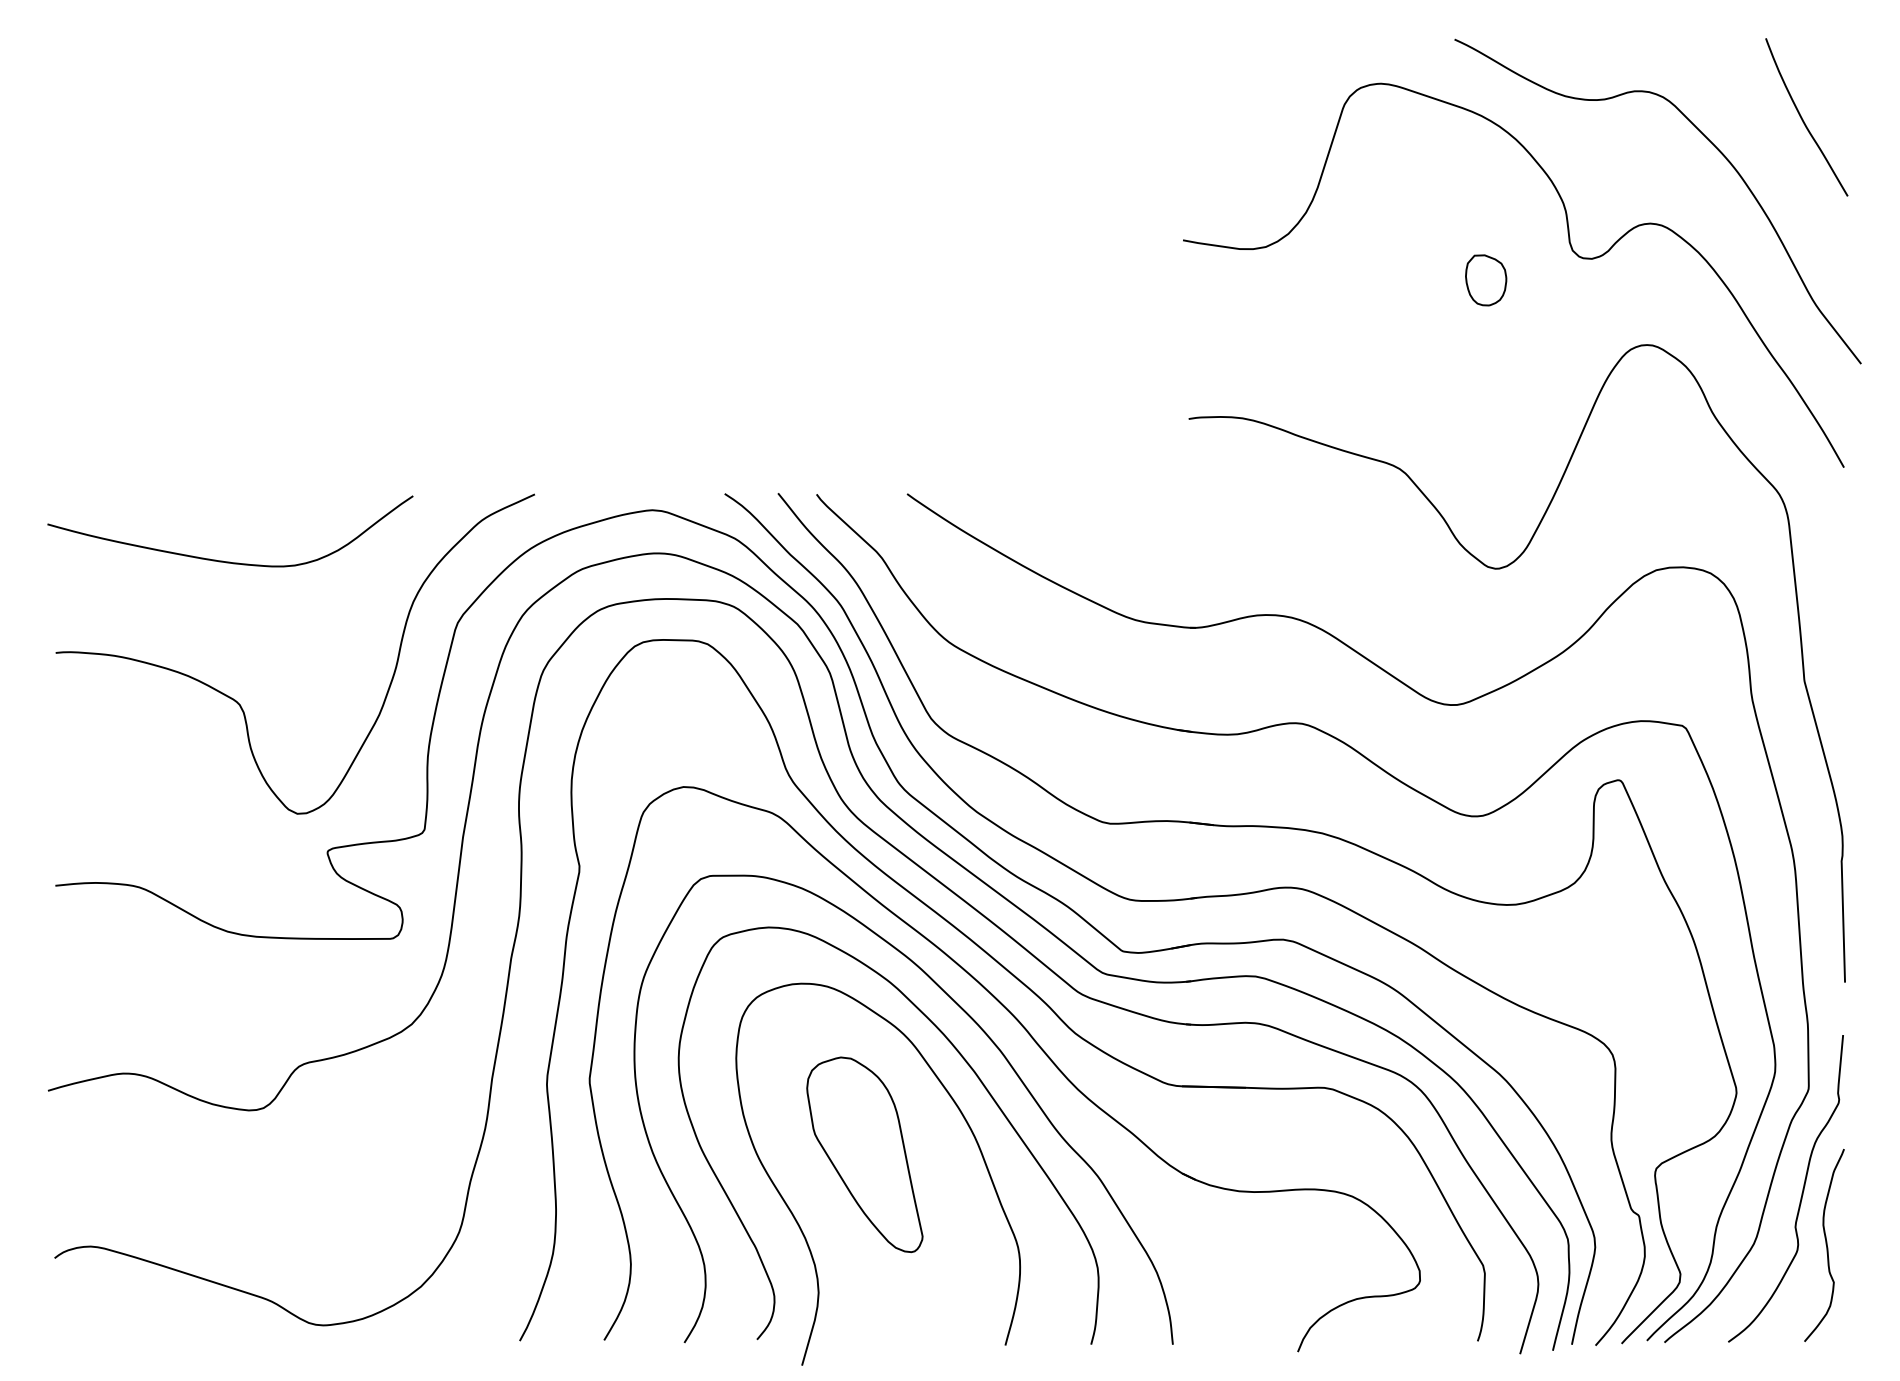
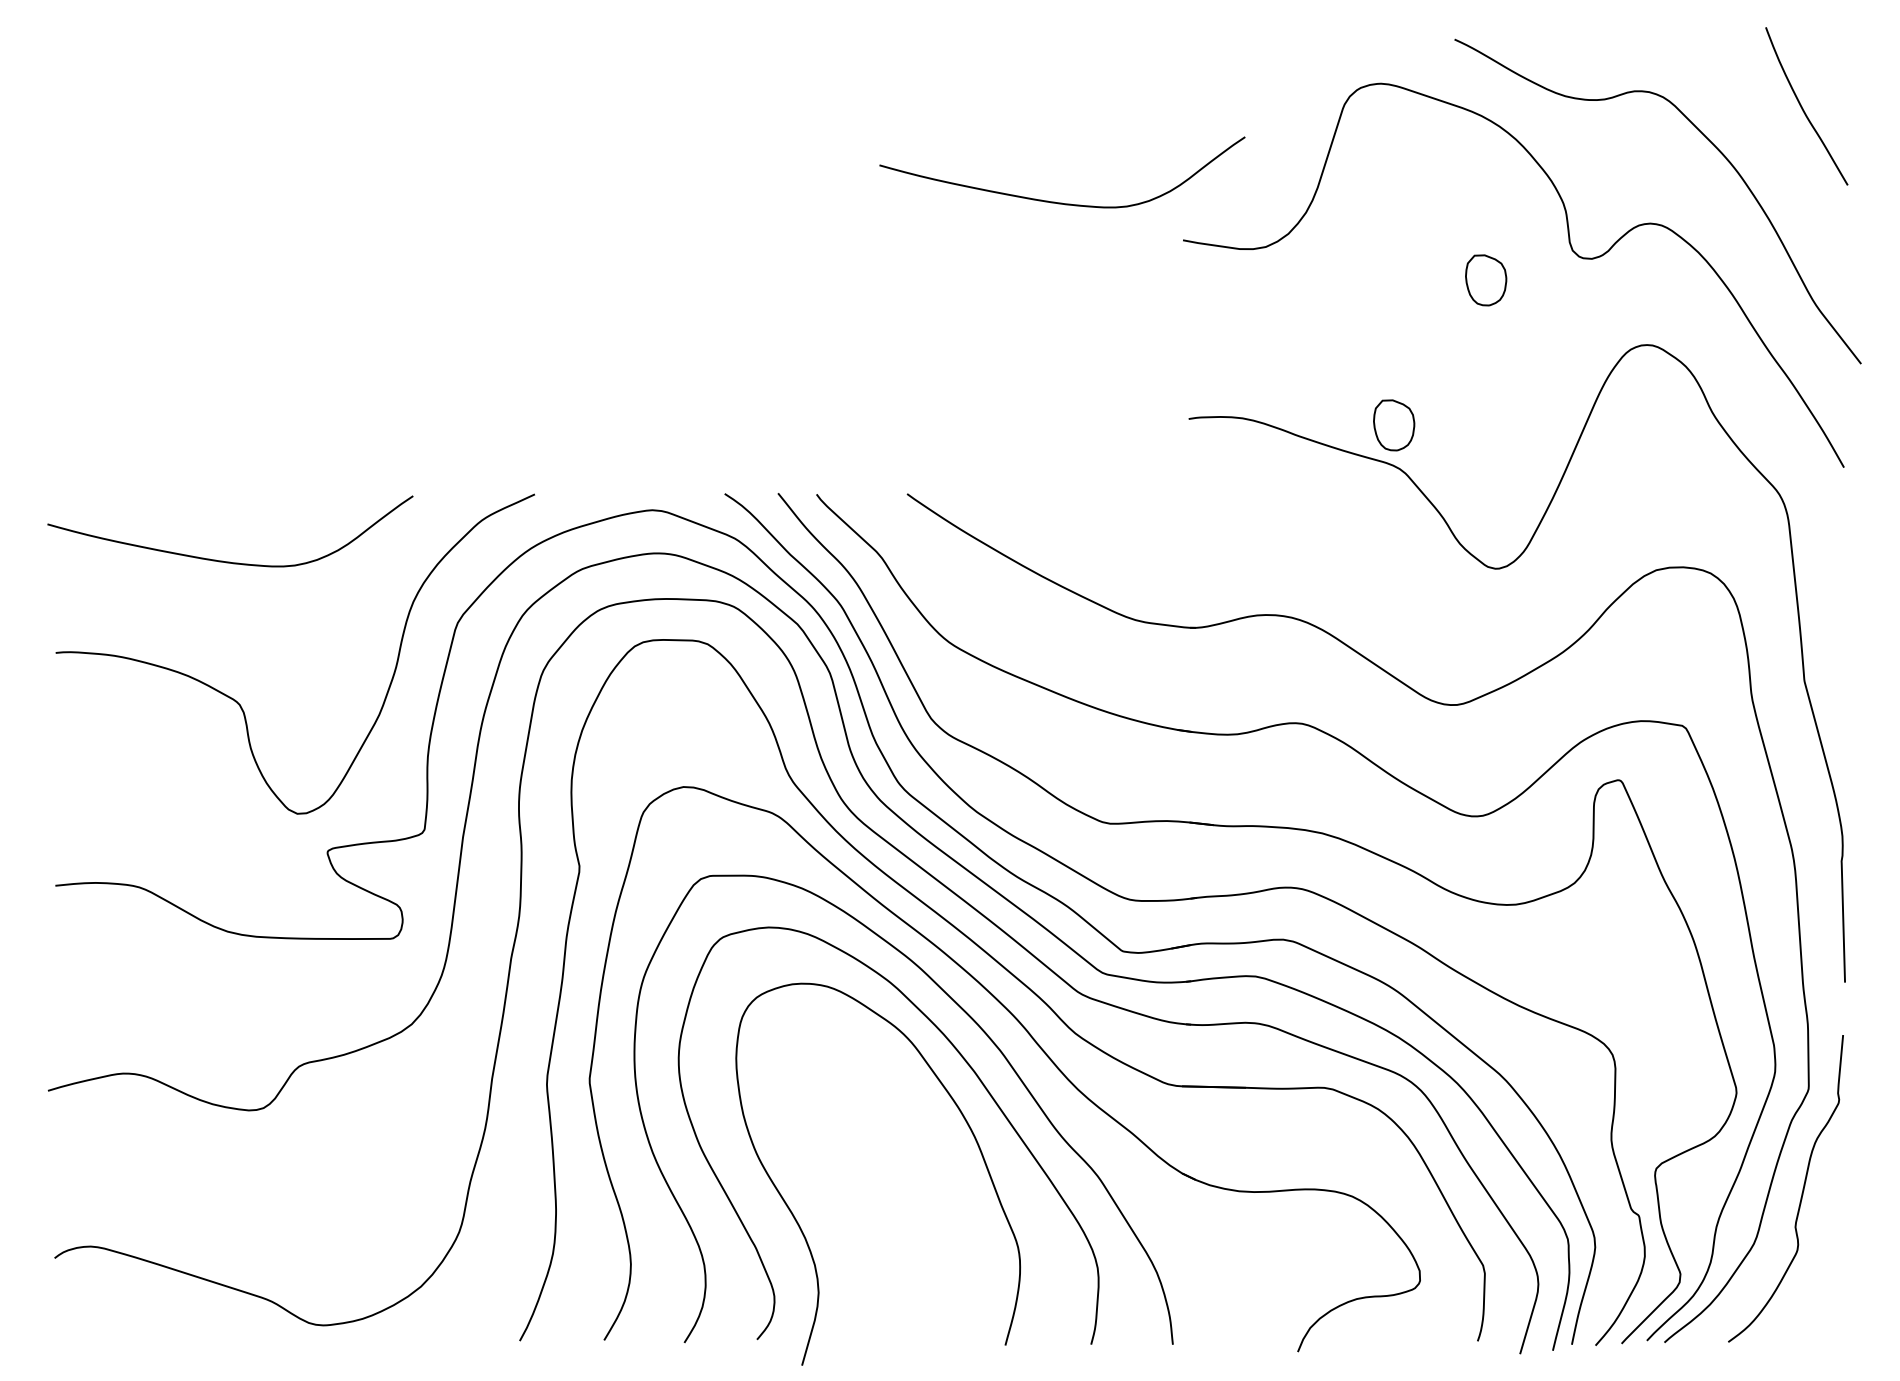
curve at (1803, 119) position: (1803, 119) -> (1803, 108)
curve at (1062, 202): none -> present
part at (1394, 425): none -> present
part at (864, 1154): present -> none
curve at (1825, 1244): present -> none
